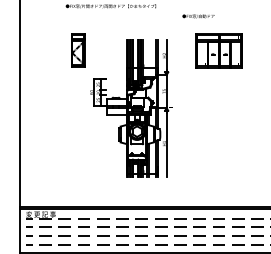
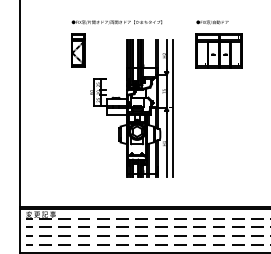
text at (110, 6) position: (110, 6) -> (116, 22)
text at (198, 16) position: (198, 16) -> (212, 22)
line at (173, 108): none -> present
